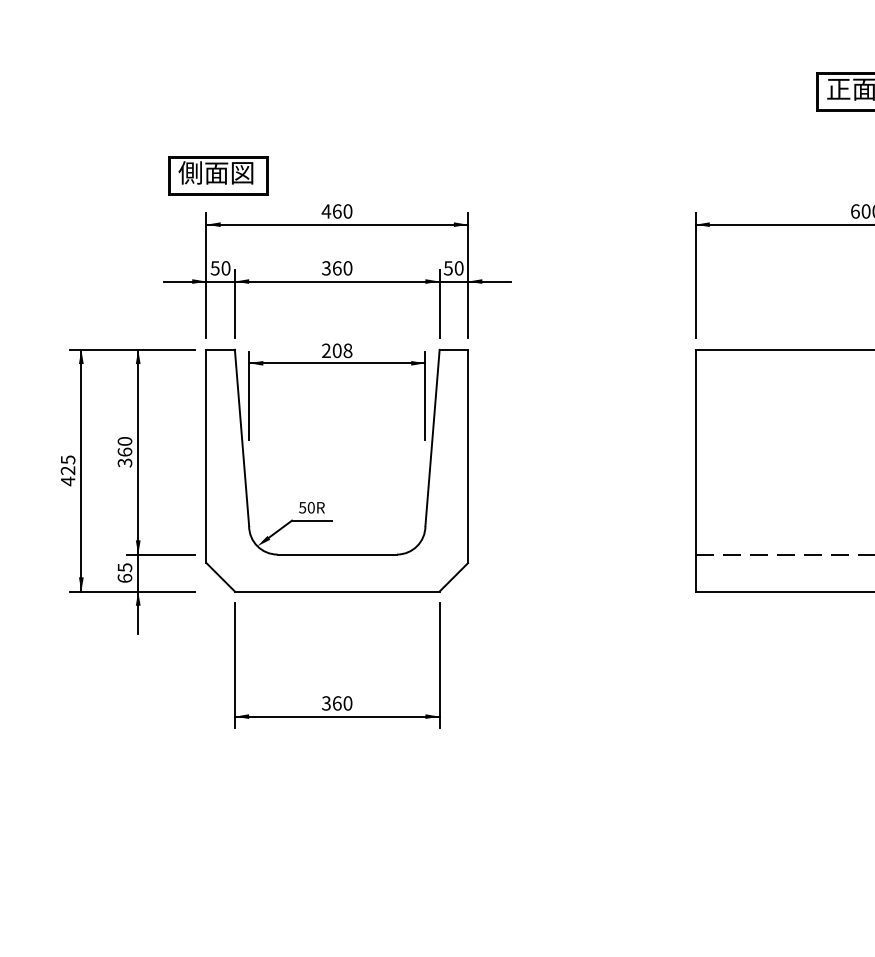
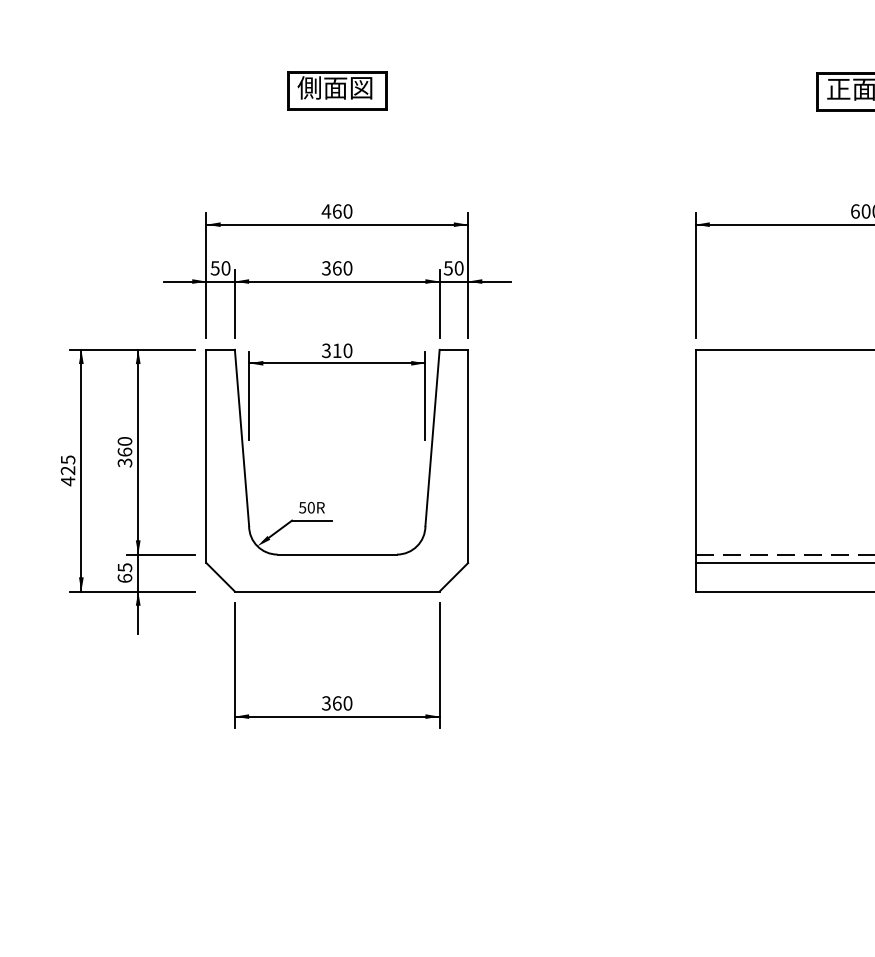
part at (218, 175) position: (218, 175) -> (337, 90)
text at (337, 350): 208 -> 310
line at (783, 563): none -> present
